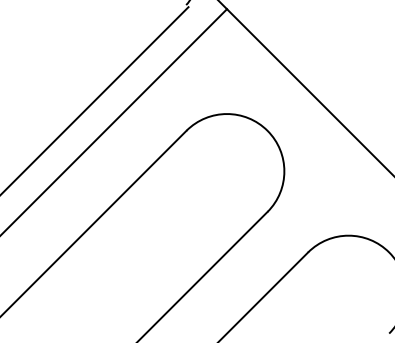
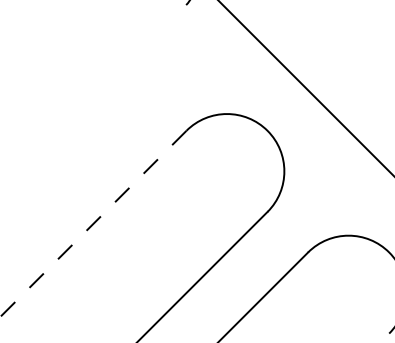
line at (95, 100): present -> none
line at (114, 121): present -> none
line at (93, 224): solid -> dashed
